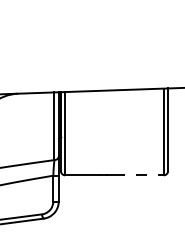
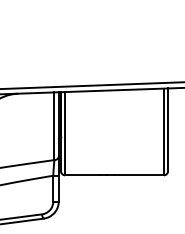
line at (91, 85): none -> present
line at (139, 175): dashed -> solid
